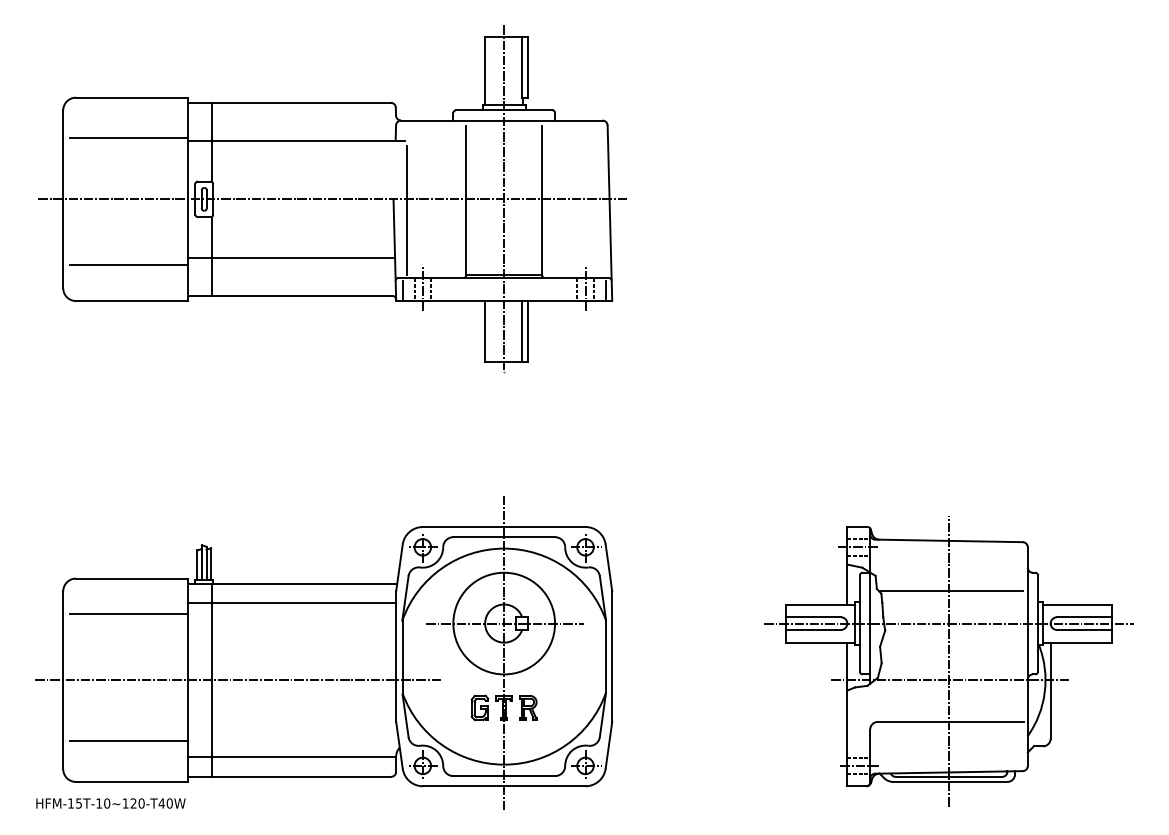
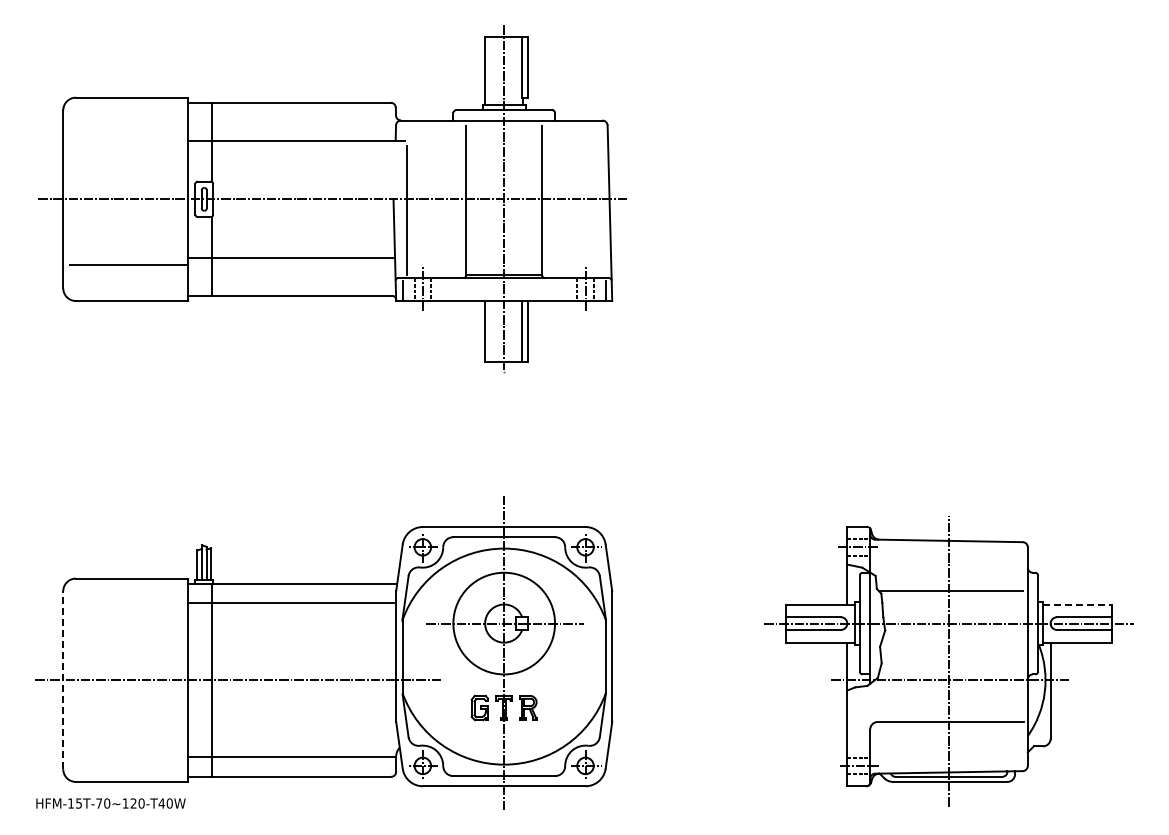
line at (128, 138): present -> none
line at (1077, 604): solid -> dashed
line at (128, 614): present -> none
line at (63, 680): solid -> dashed
line at (128, 741): present -> none
text at (98, 803): HFM-15T-10~120-T40W -> HFM-15T-70~120-T40W
